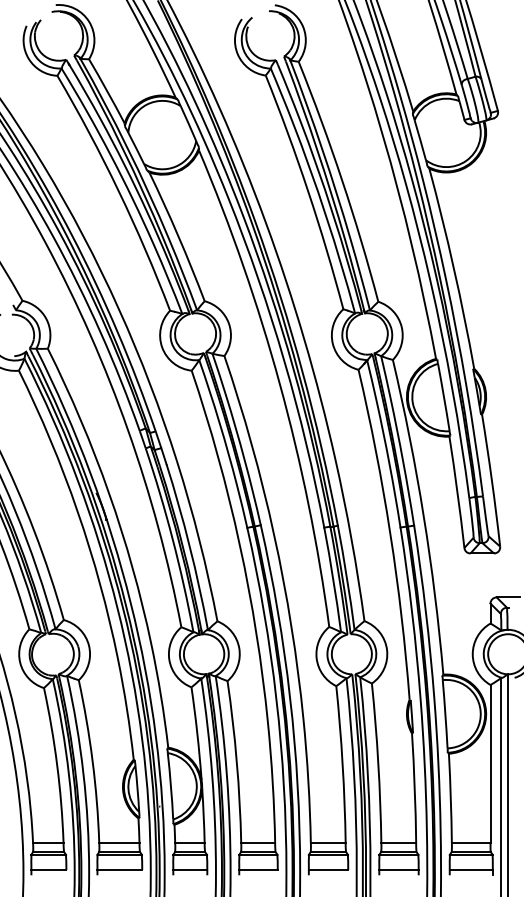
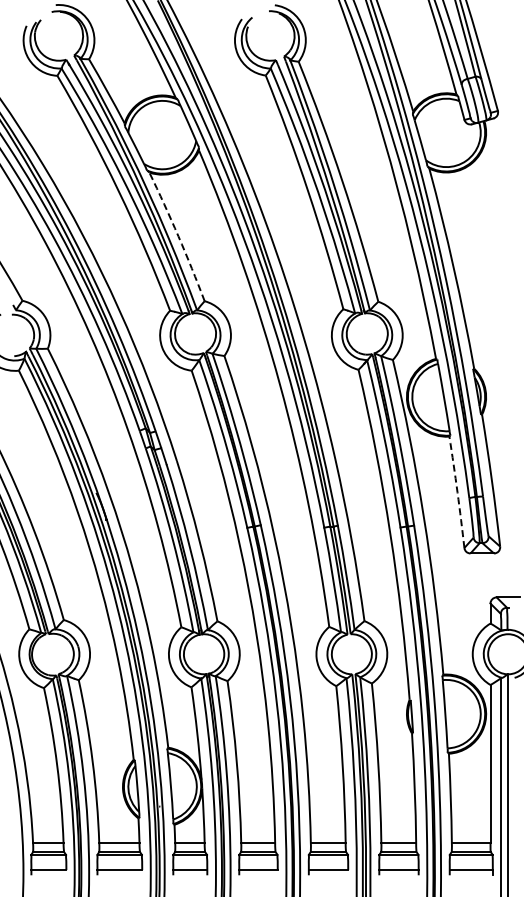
arc at (178, 236): solid -> dashed
arc at (457, 492): solid -> dashed
